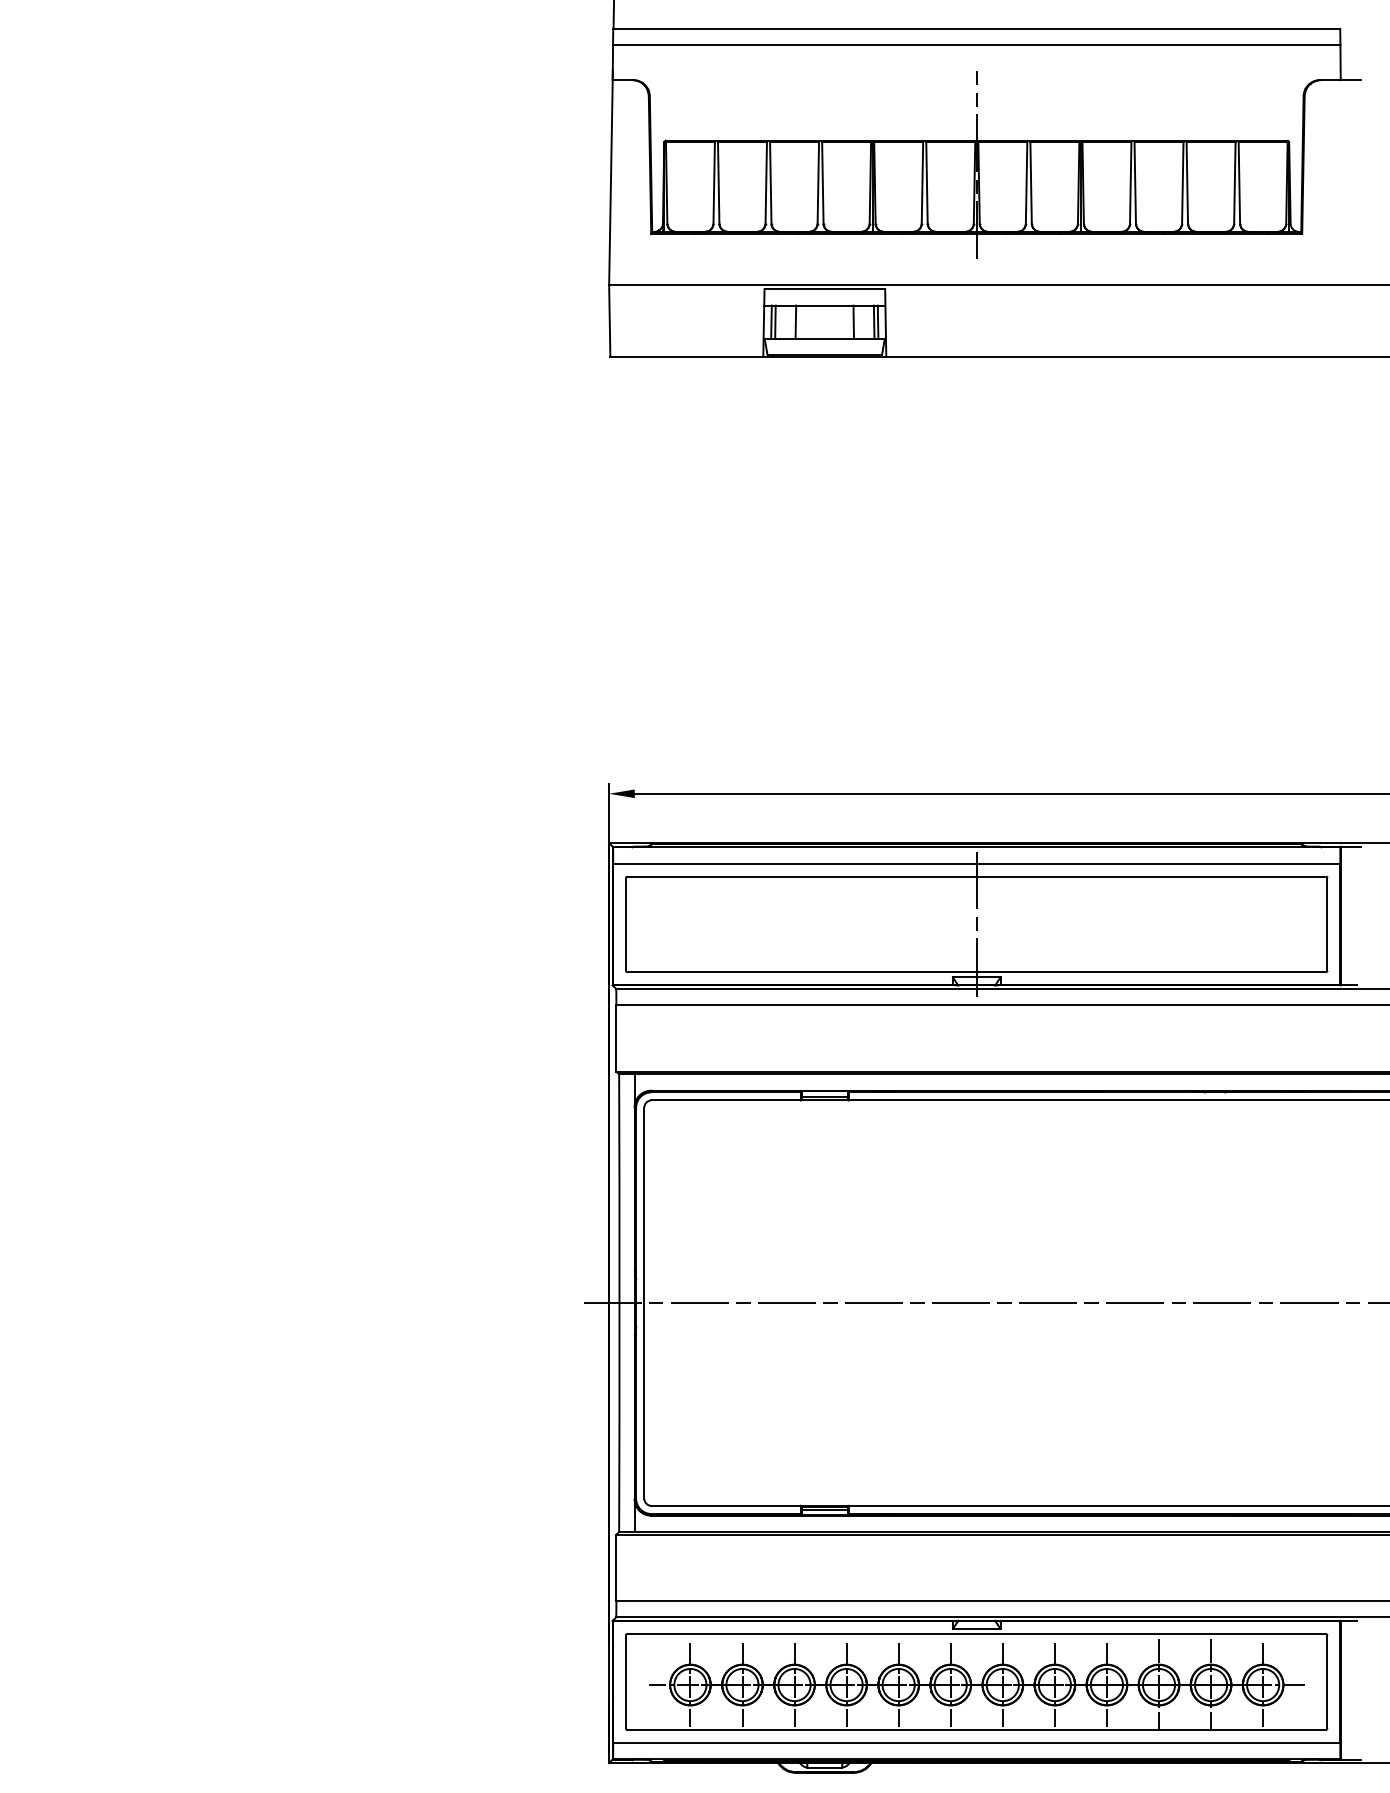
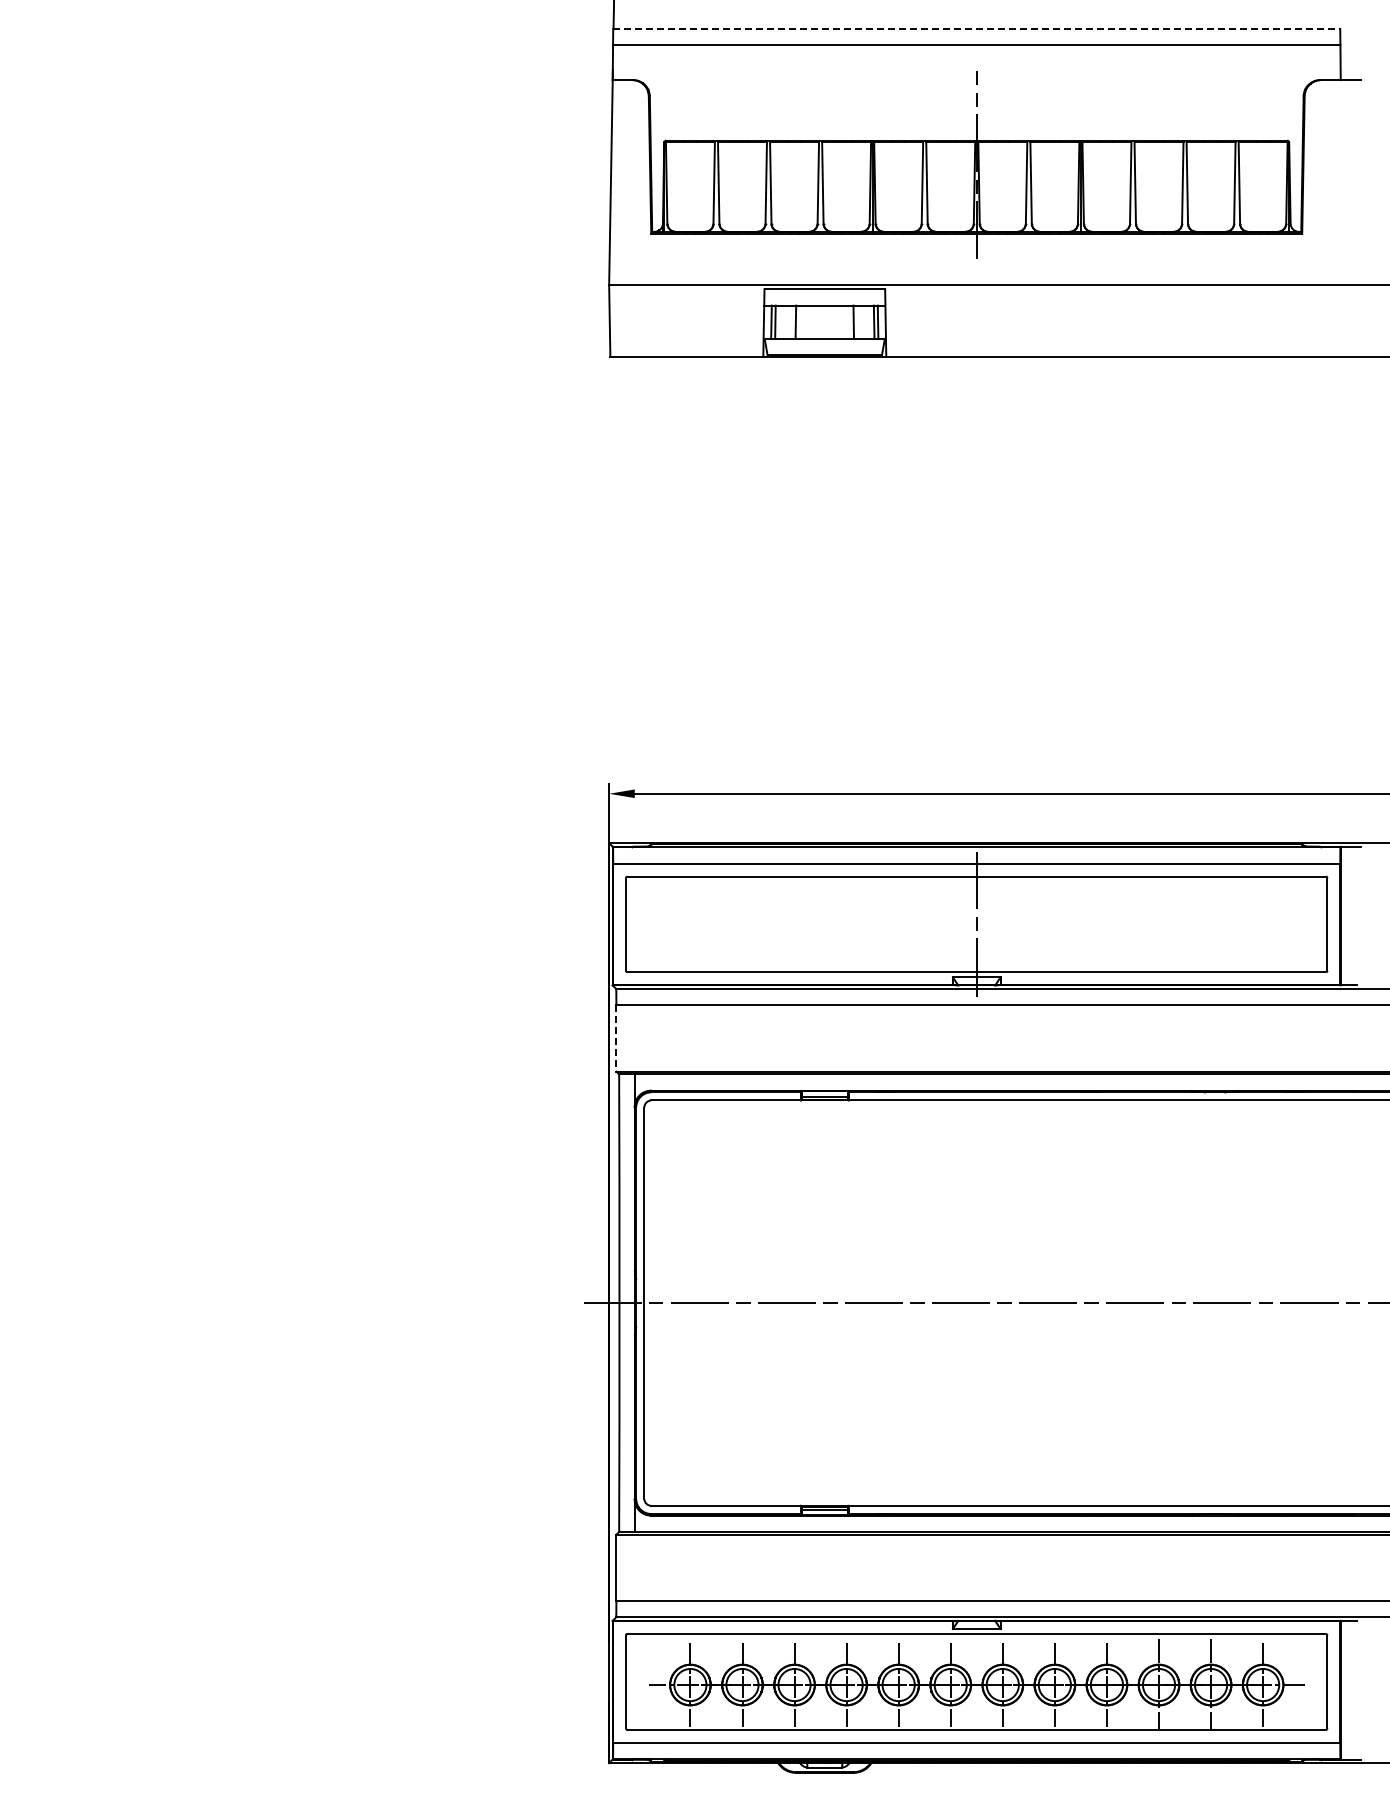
line at (977, 28): solid -> dashed
line at (616, 1038): solid -> dashed
